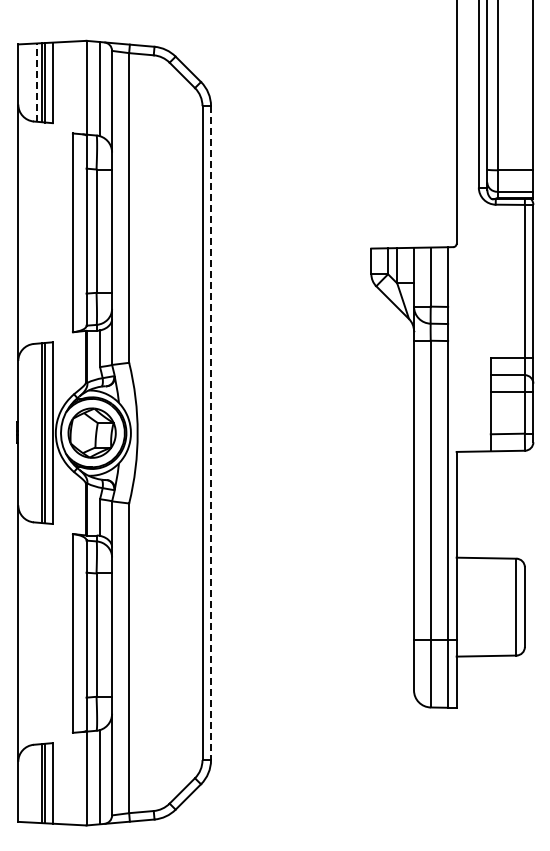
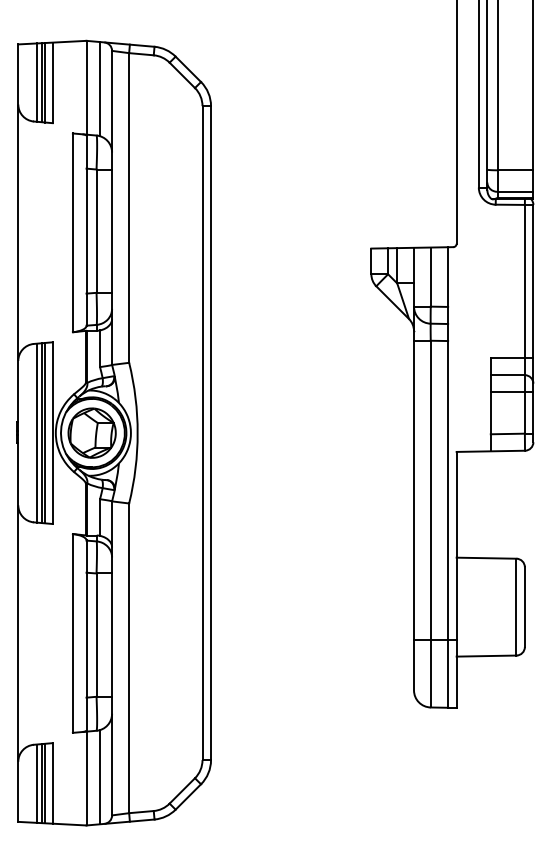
line at (37, 82): dashed -> solid
line at (37, 432): none -> present
line at (211, 433): dashed -> solid
line at (37, 783): none -> present
